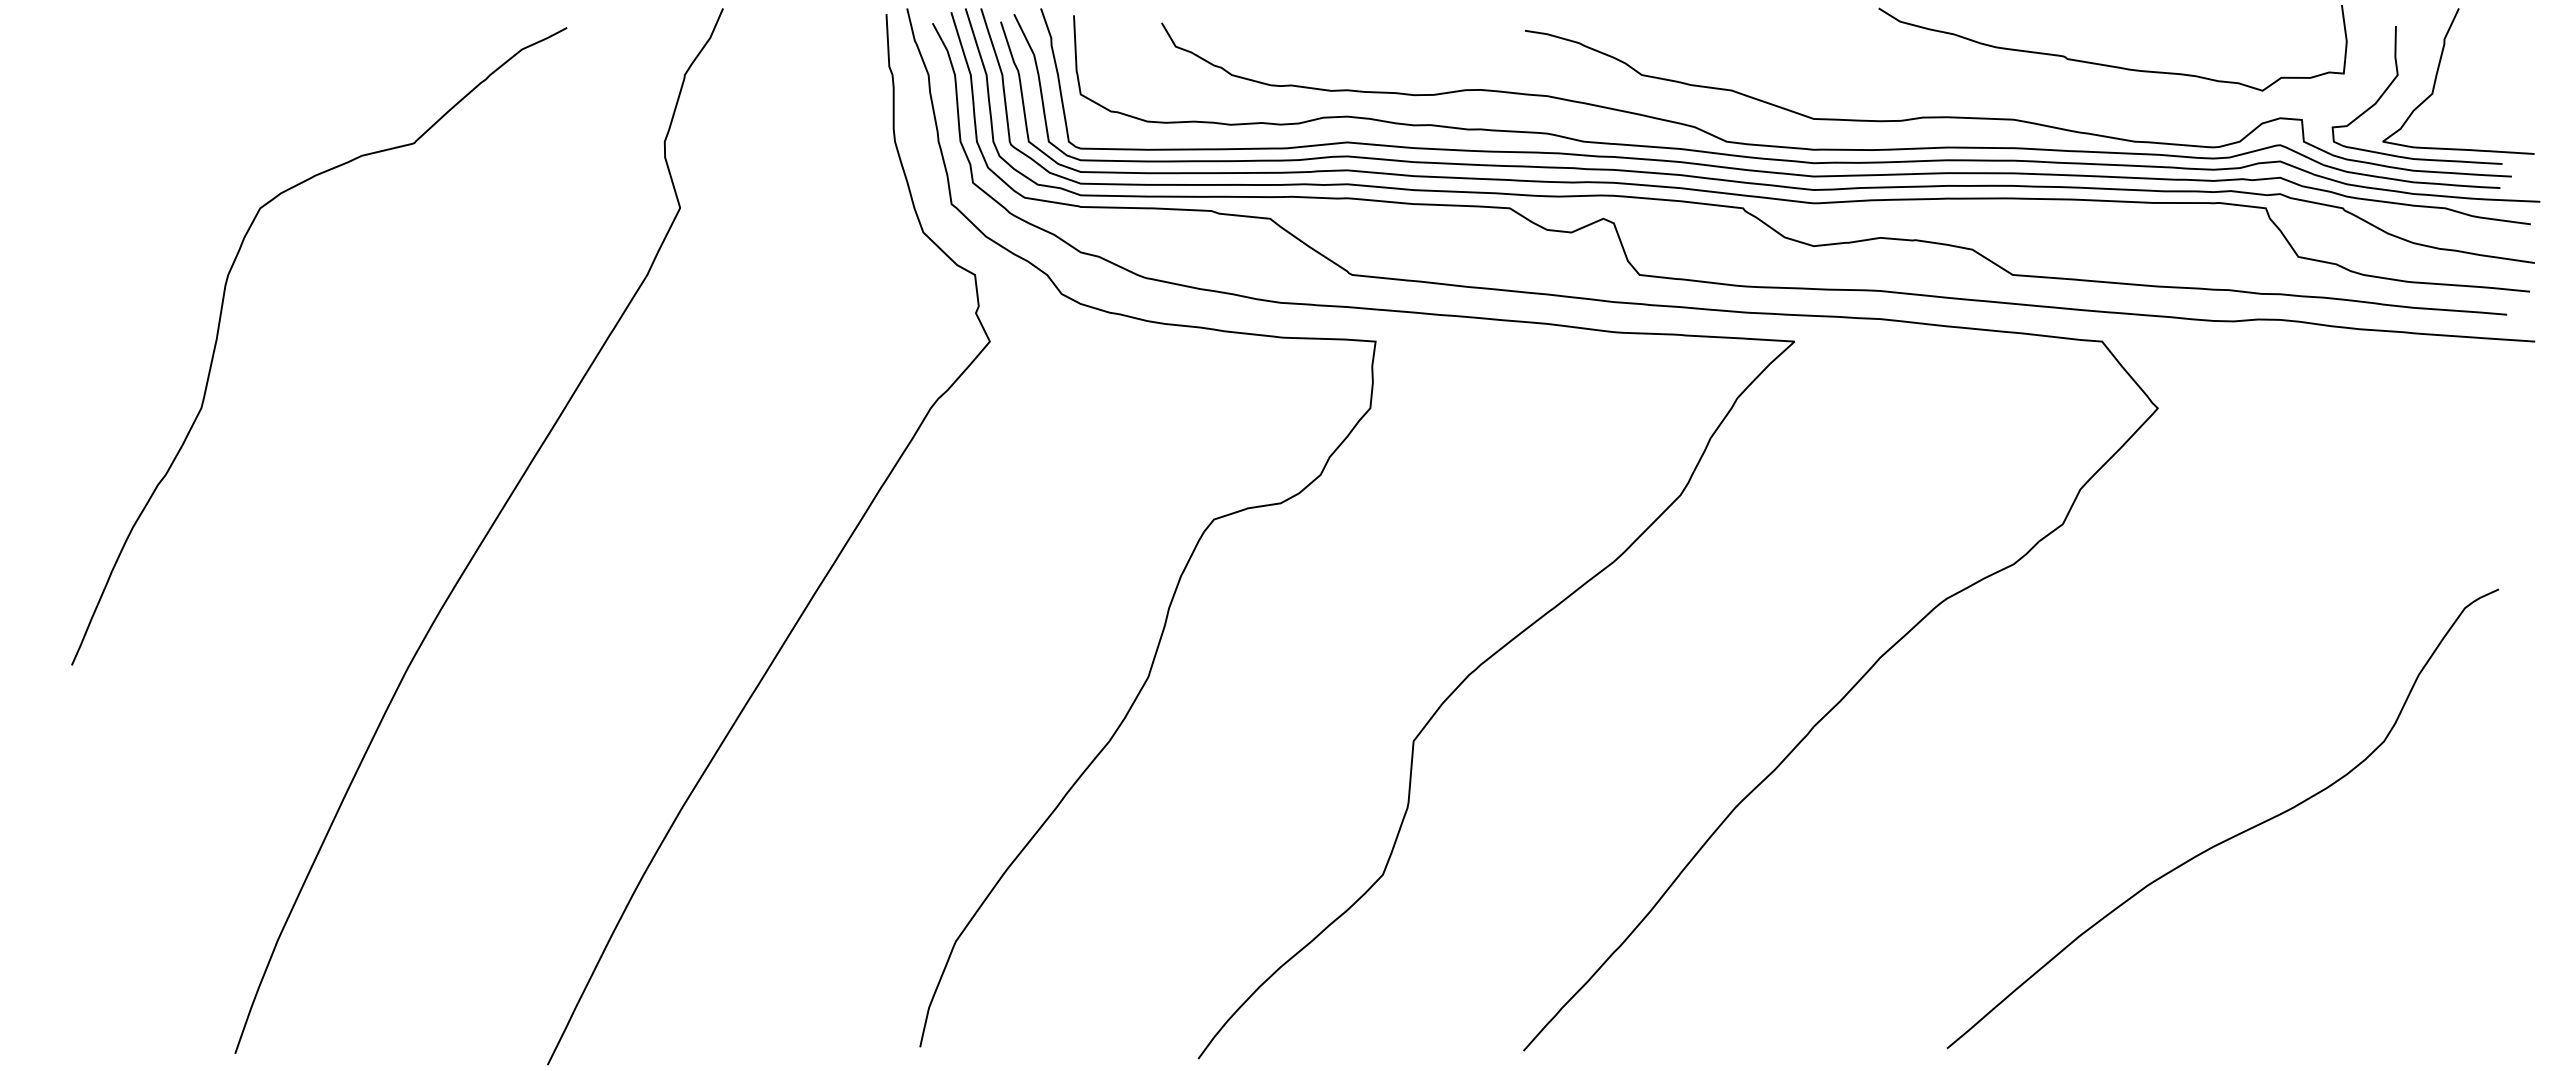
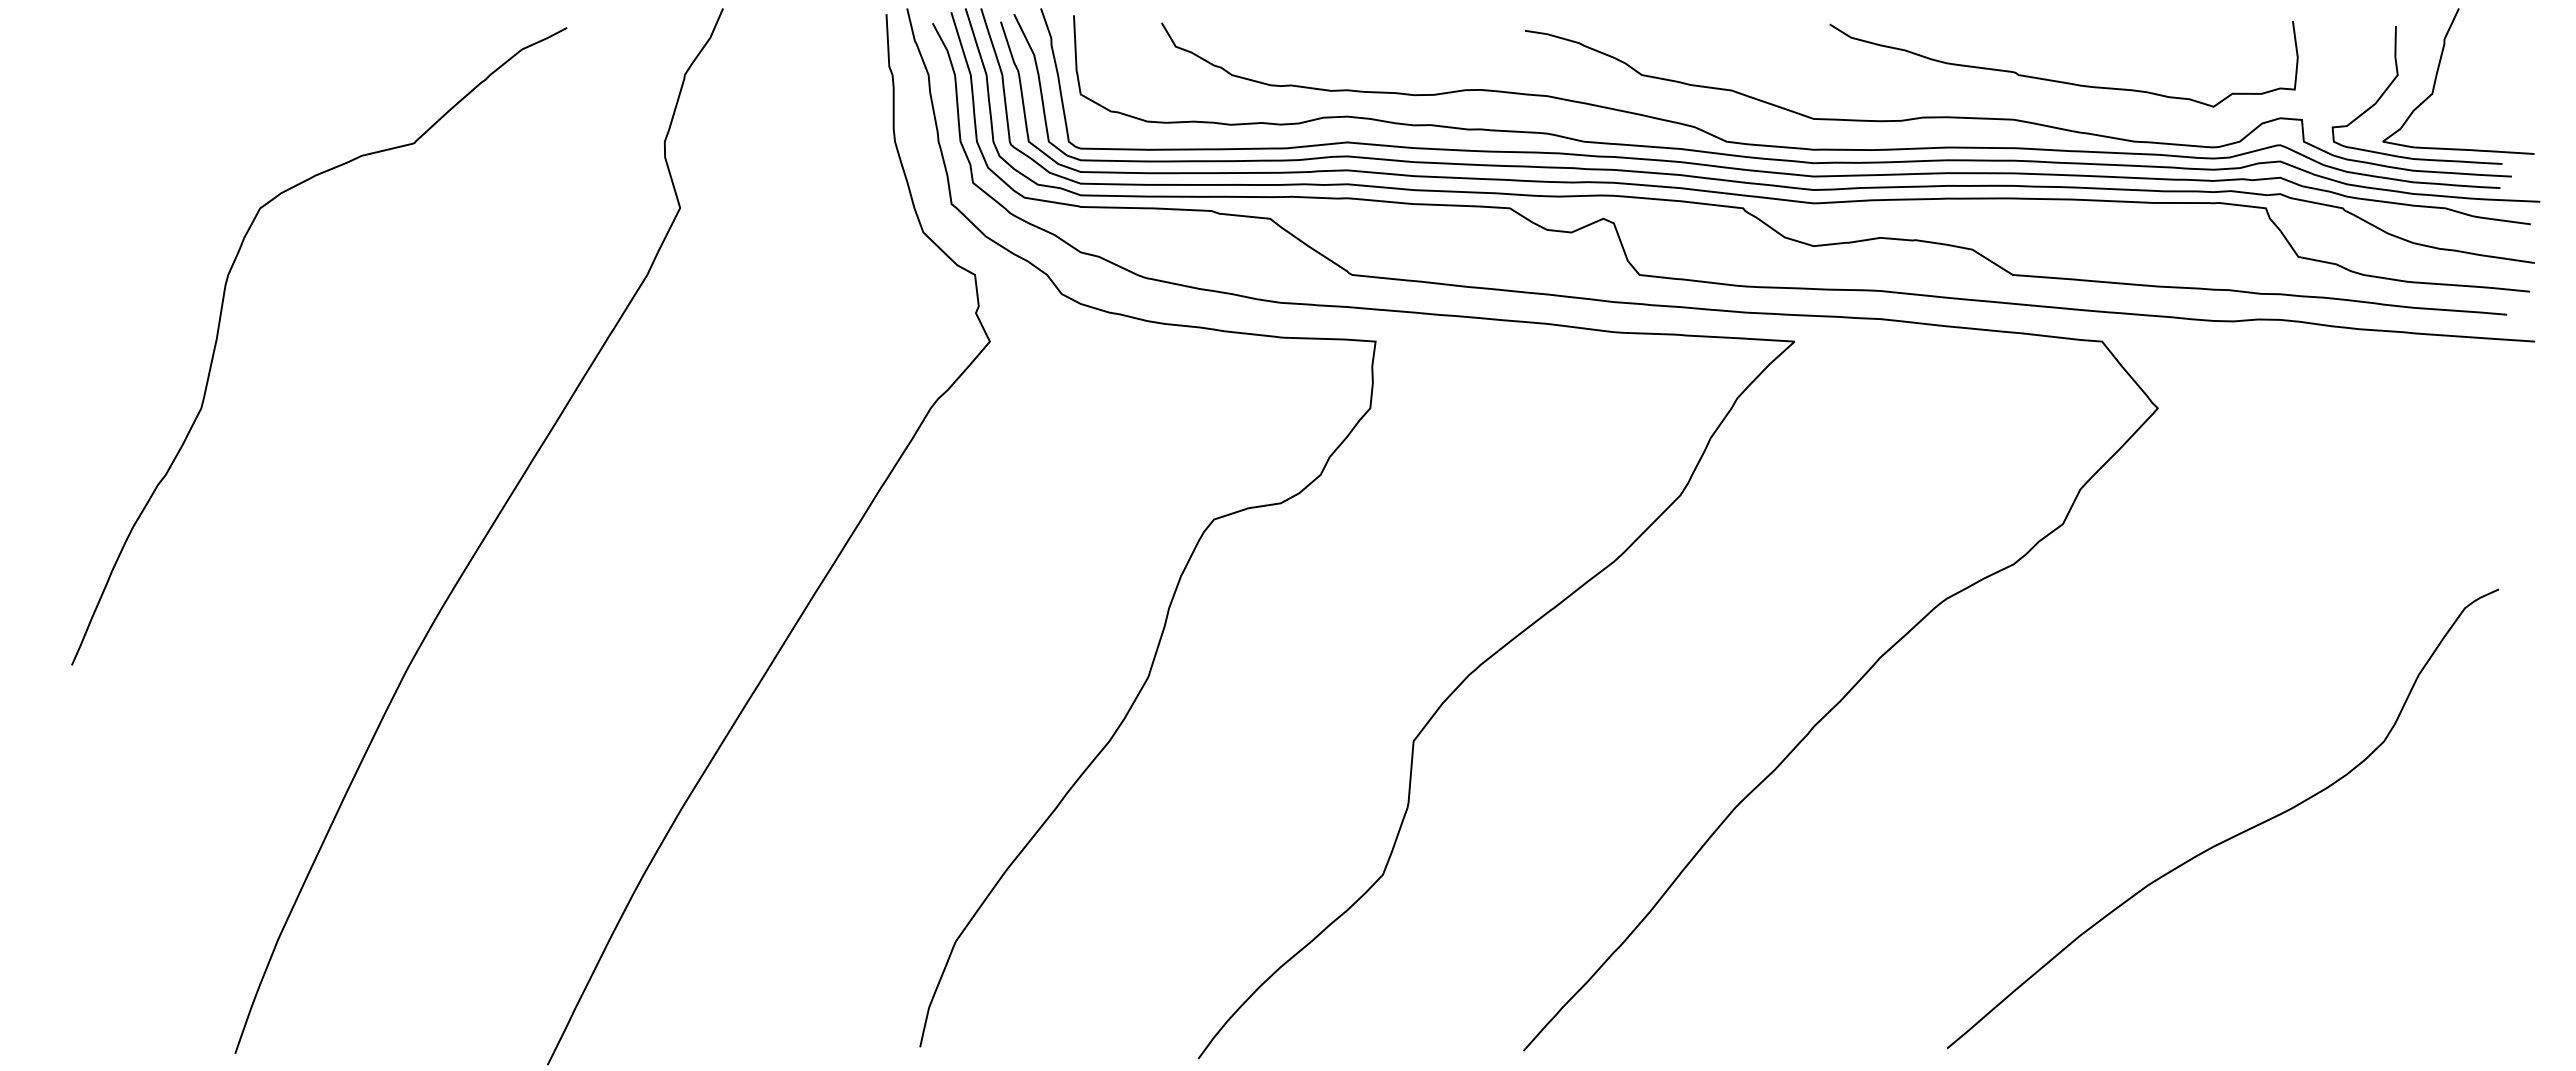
curve at (2107, 64) position: (2107, 64) -> (2058, 80)
